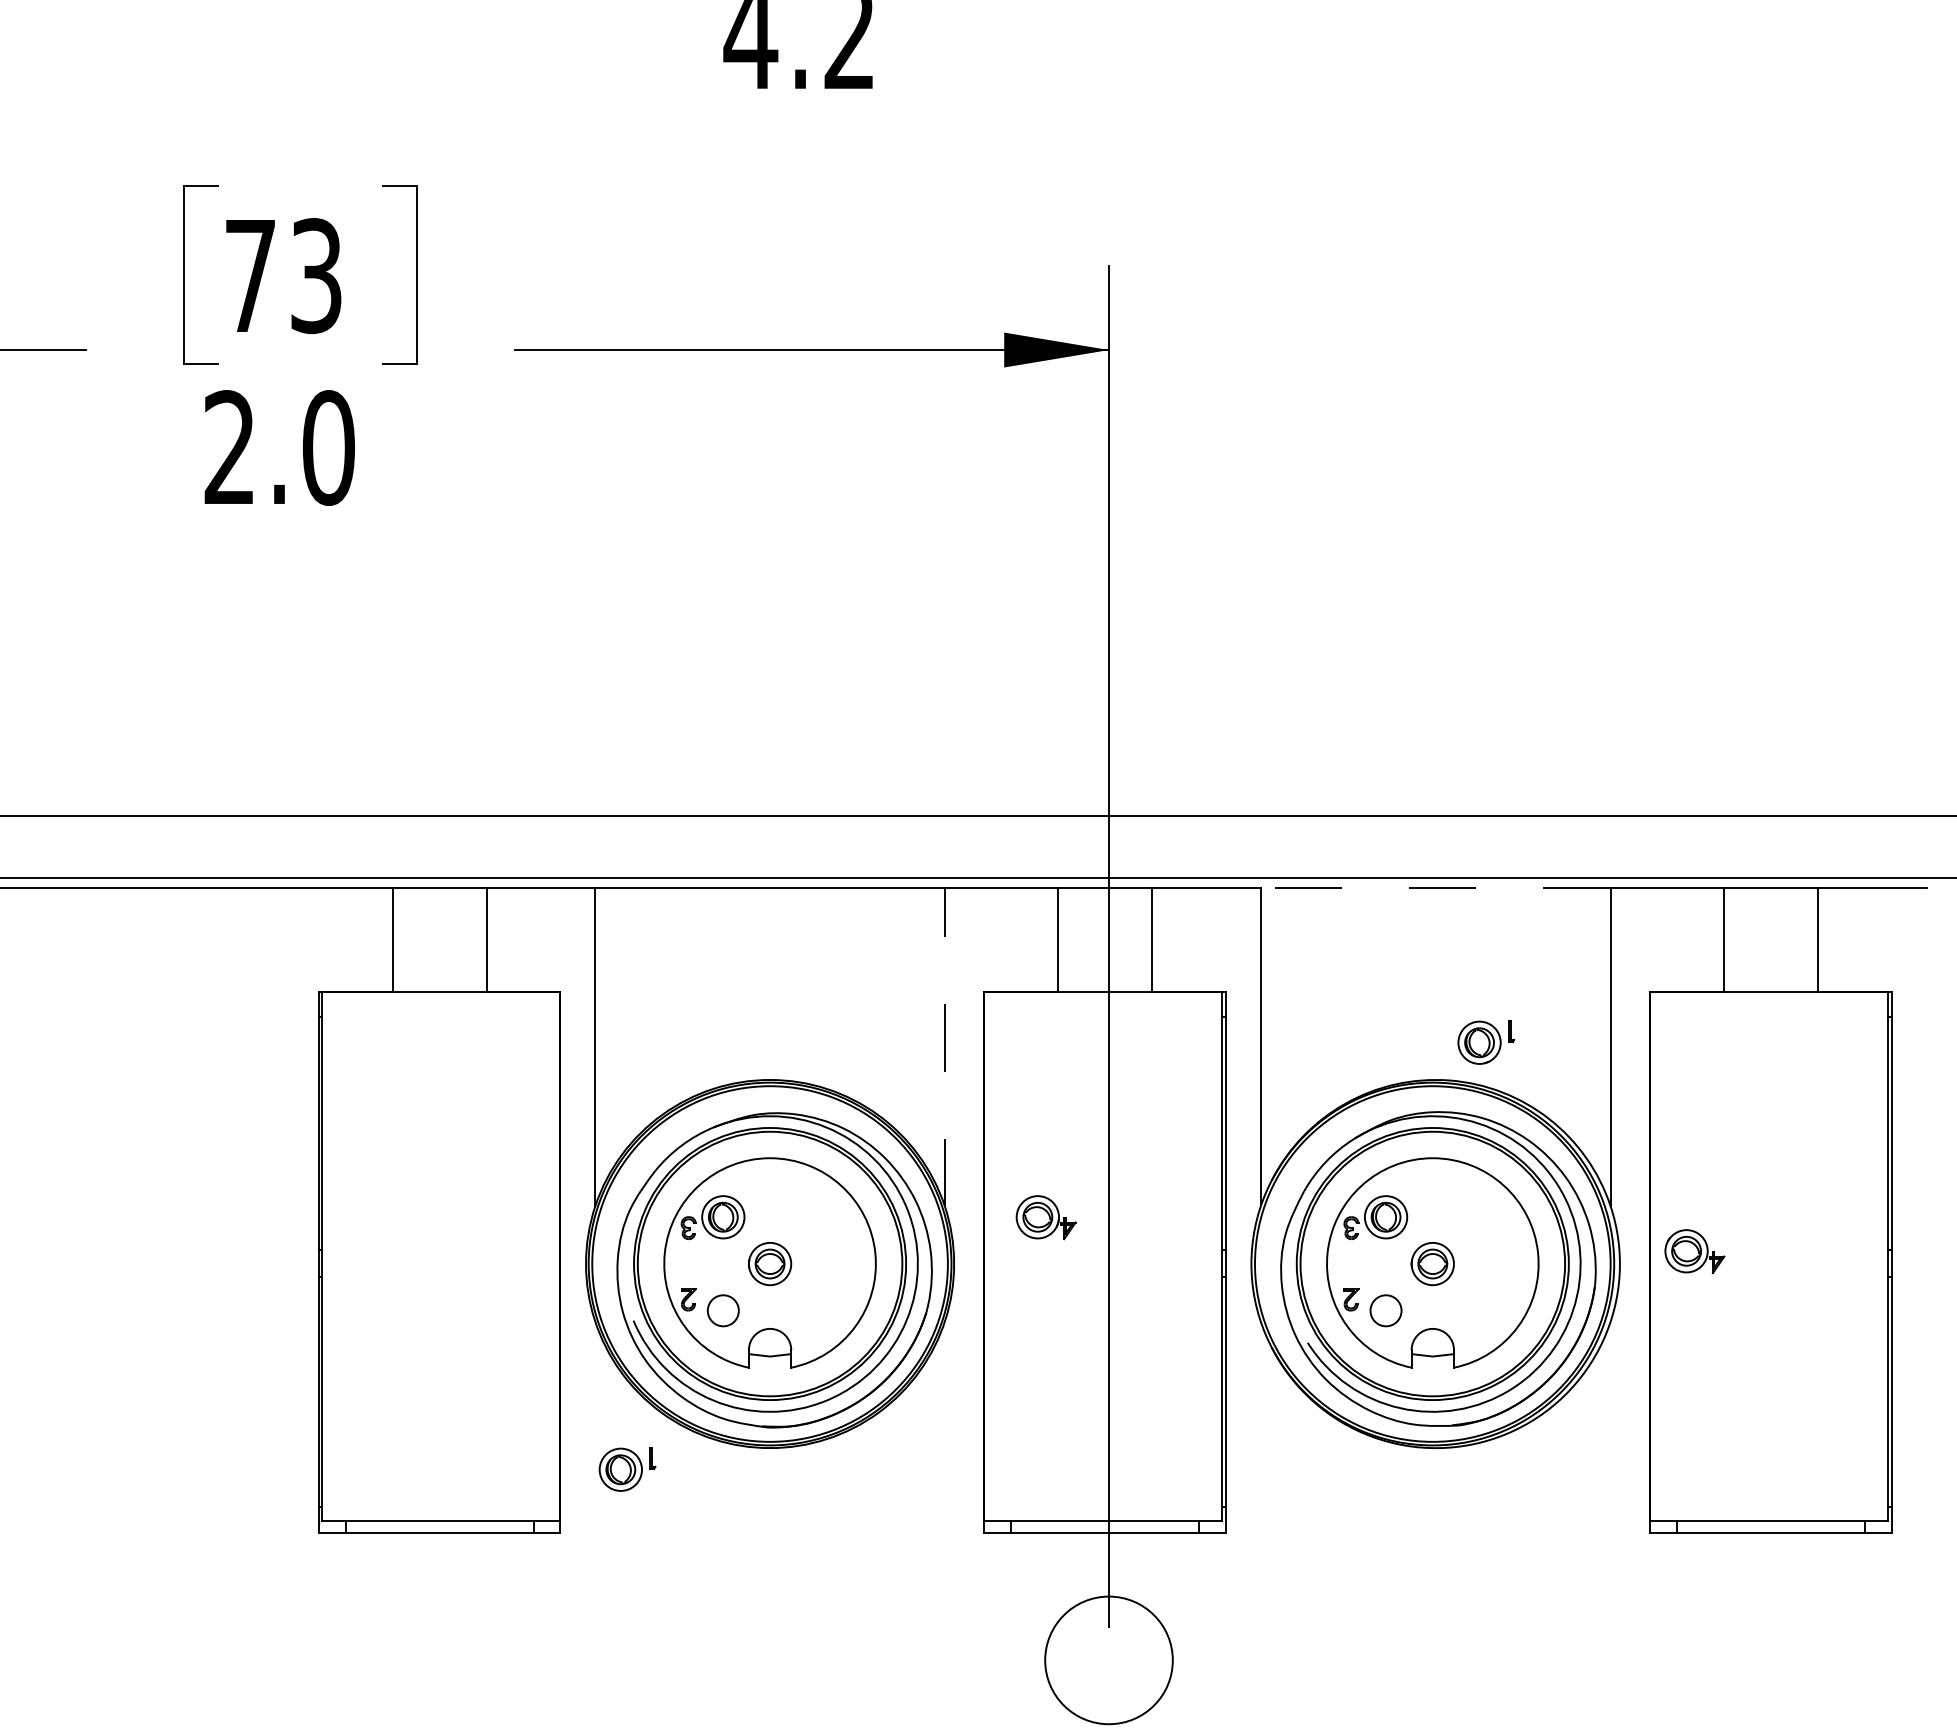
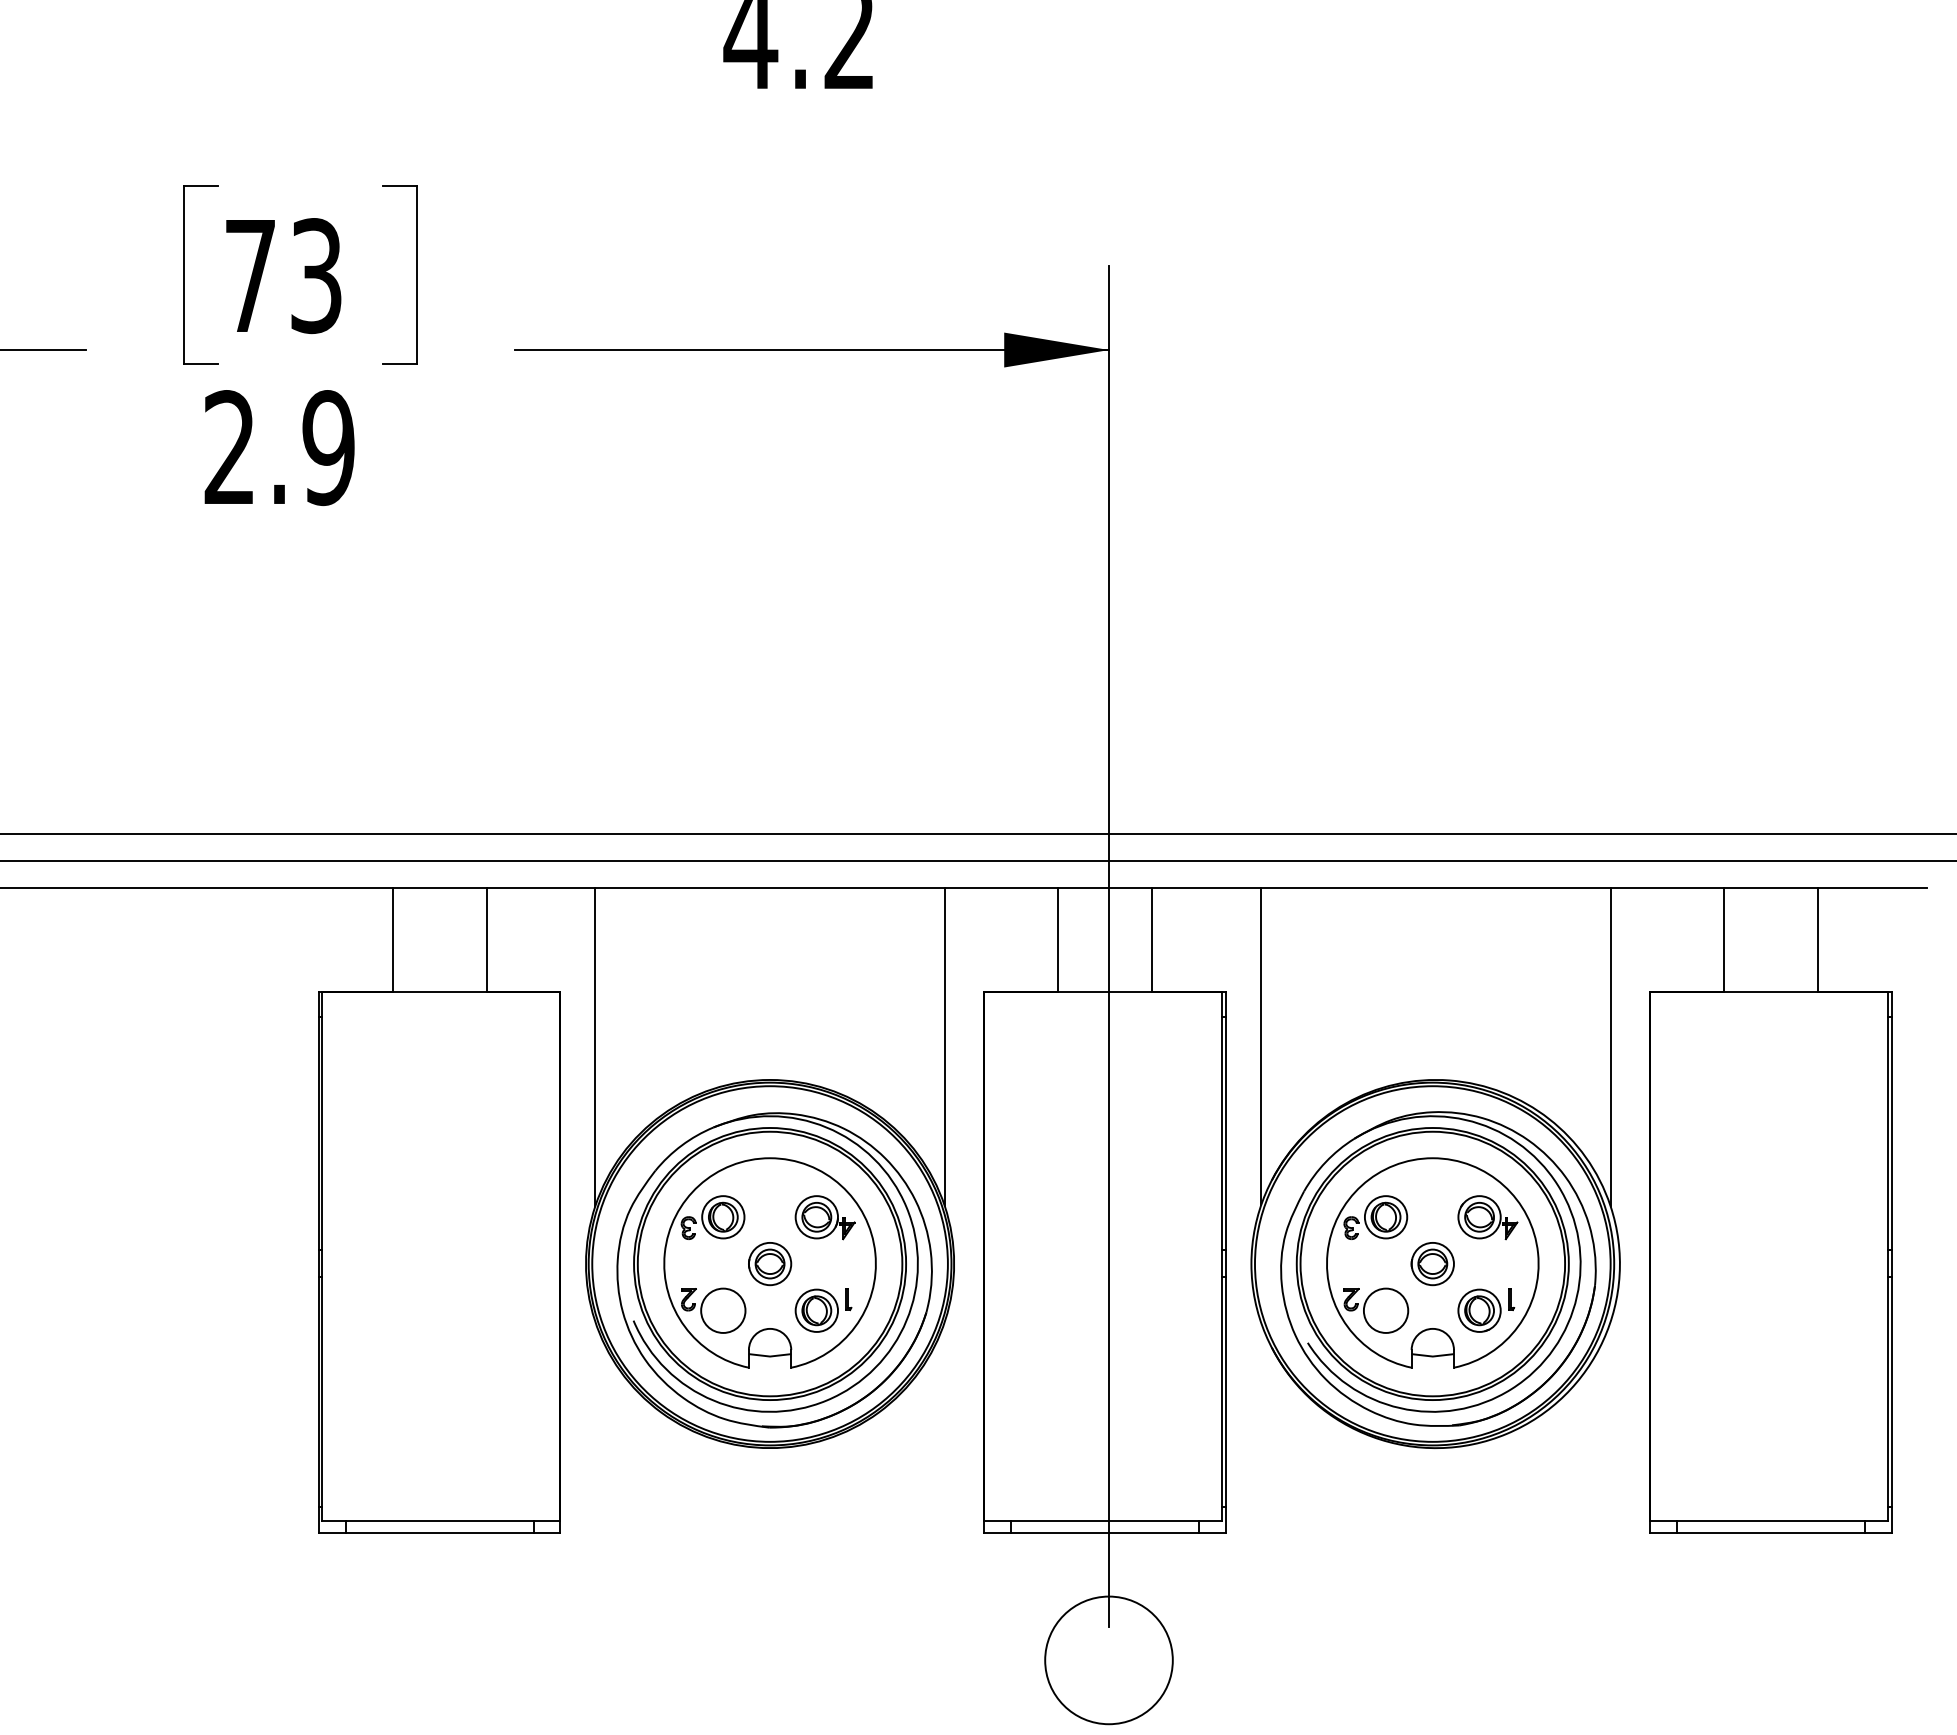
text at (328, 448): 2.0 -> 2.9
line at (977, 816) position: (977, 816) -> (977, 834)
line at (977, 877) position: (977, 877) -> (977, 860)
line at (1435, 887): dashed -> solid
part at (1486, 1042) position: (1486, 1042) -> (1486, 1310)
line at (944, 1046): dashed -> solid
part at (1045, 1217) position: (1045, 1217) -> (824, 1217)
part at (1694, 1251) position: (1694, 1251) -> (1487, 1217)
circle at (722, 1310) diameter: 31 px -> 44 px
circle at (1385, 1310) diameter: 31 px -> 44 px
part at (627, 1469) position: (627, 1469) -> (823, 1310)
